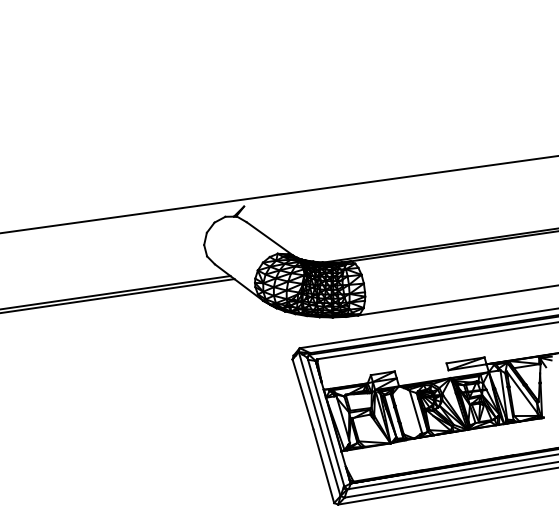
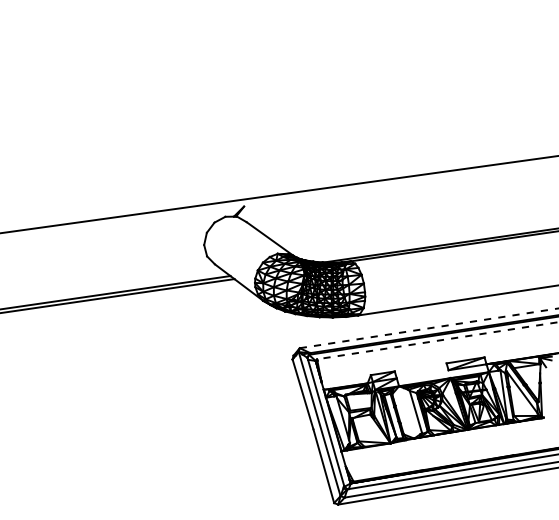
line at (429, 328): solid -> dashed
line at (437, 340): solid -> dashed
